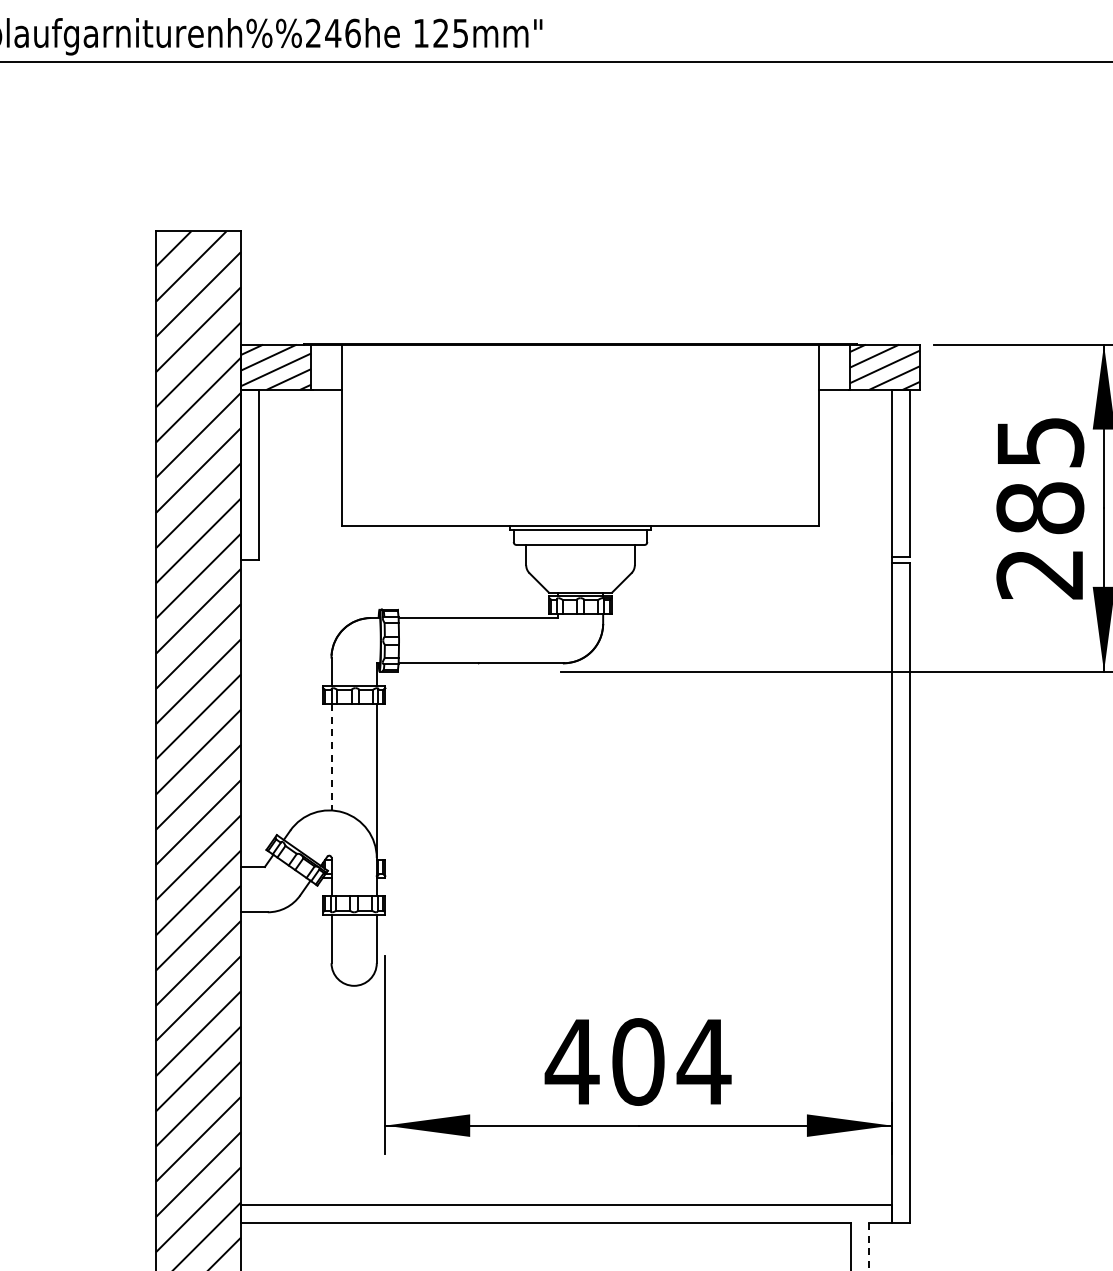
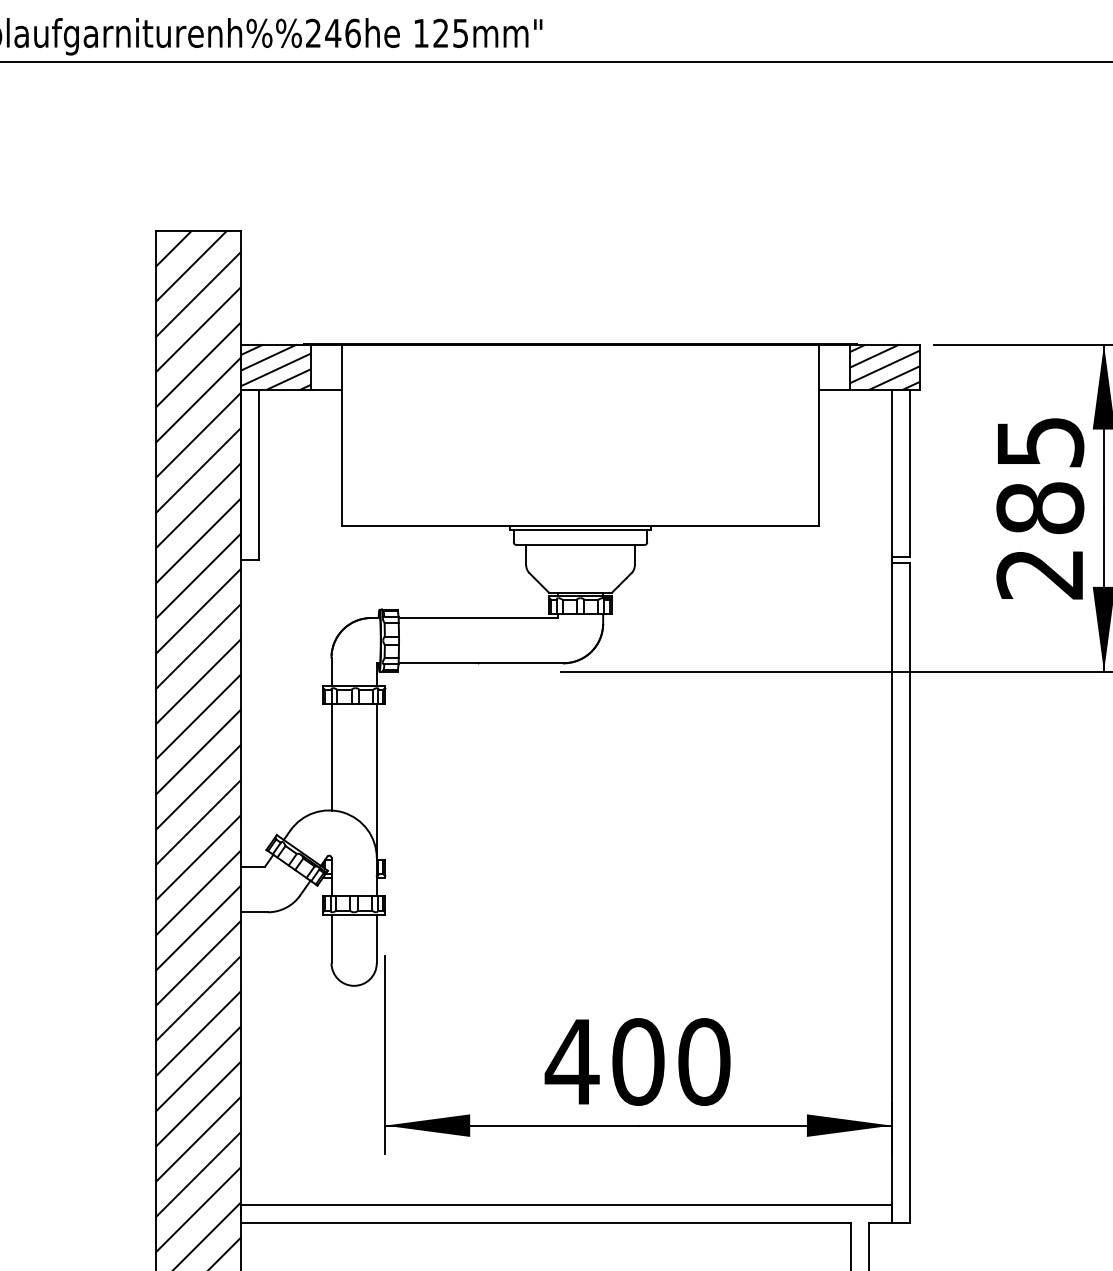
line at (331, 757): dashed -> solid
text at (703, 1061): 404 -> 400
line at (869, 1246): dashed -> solid
